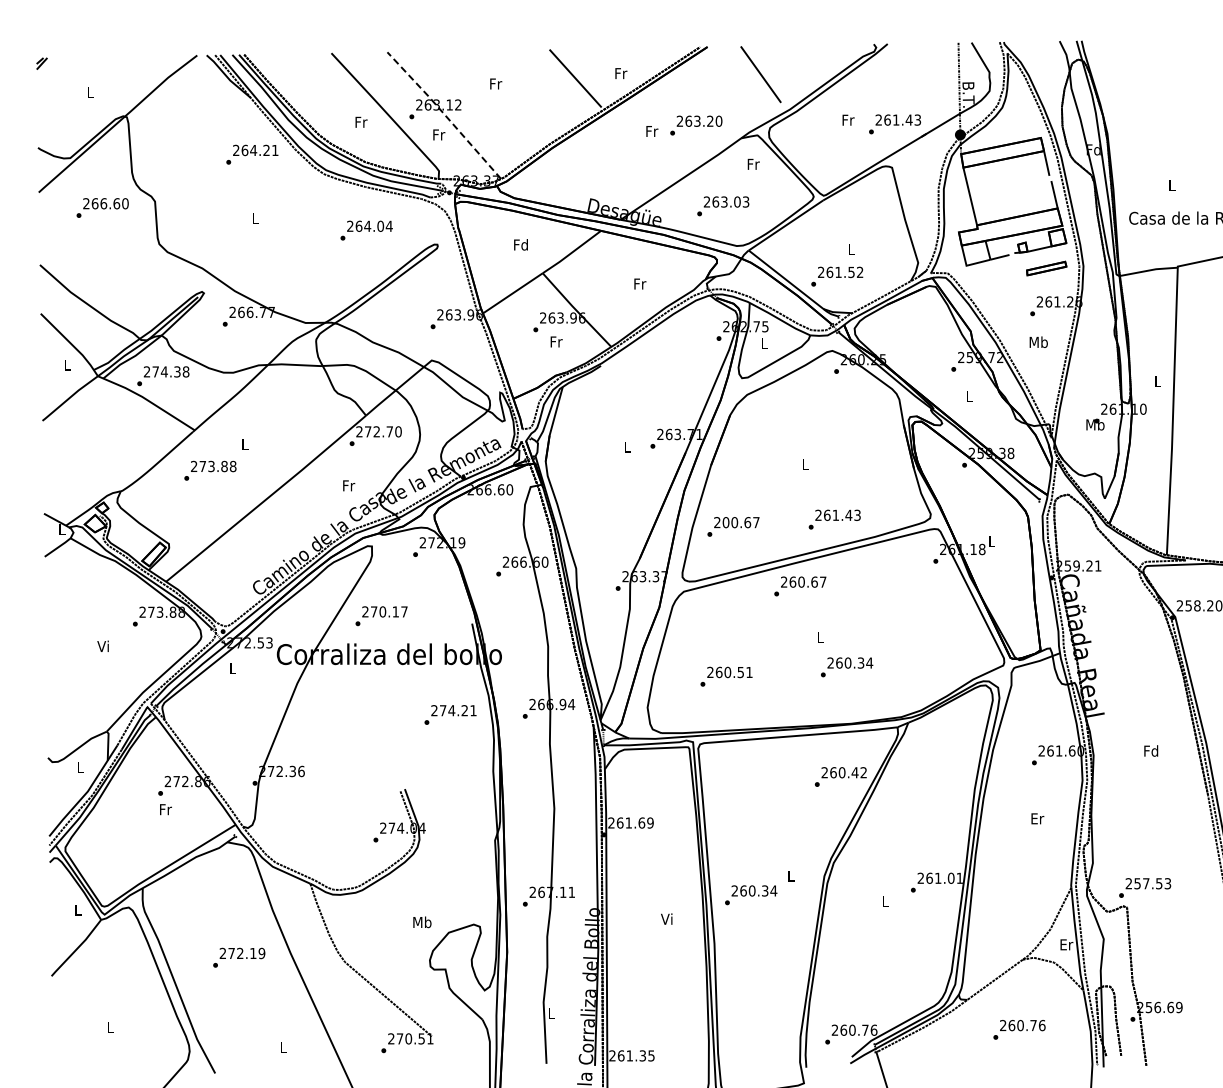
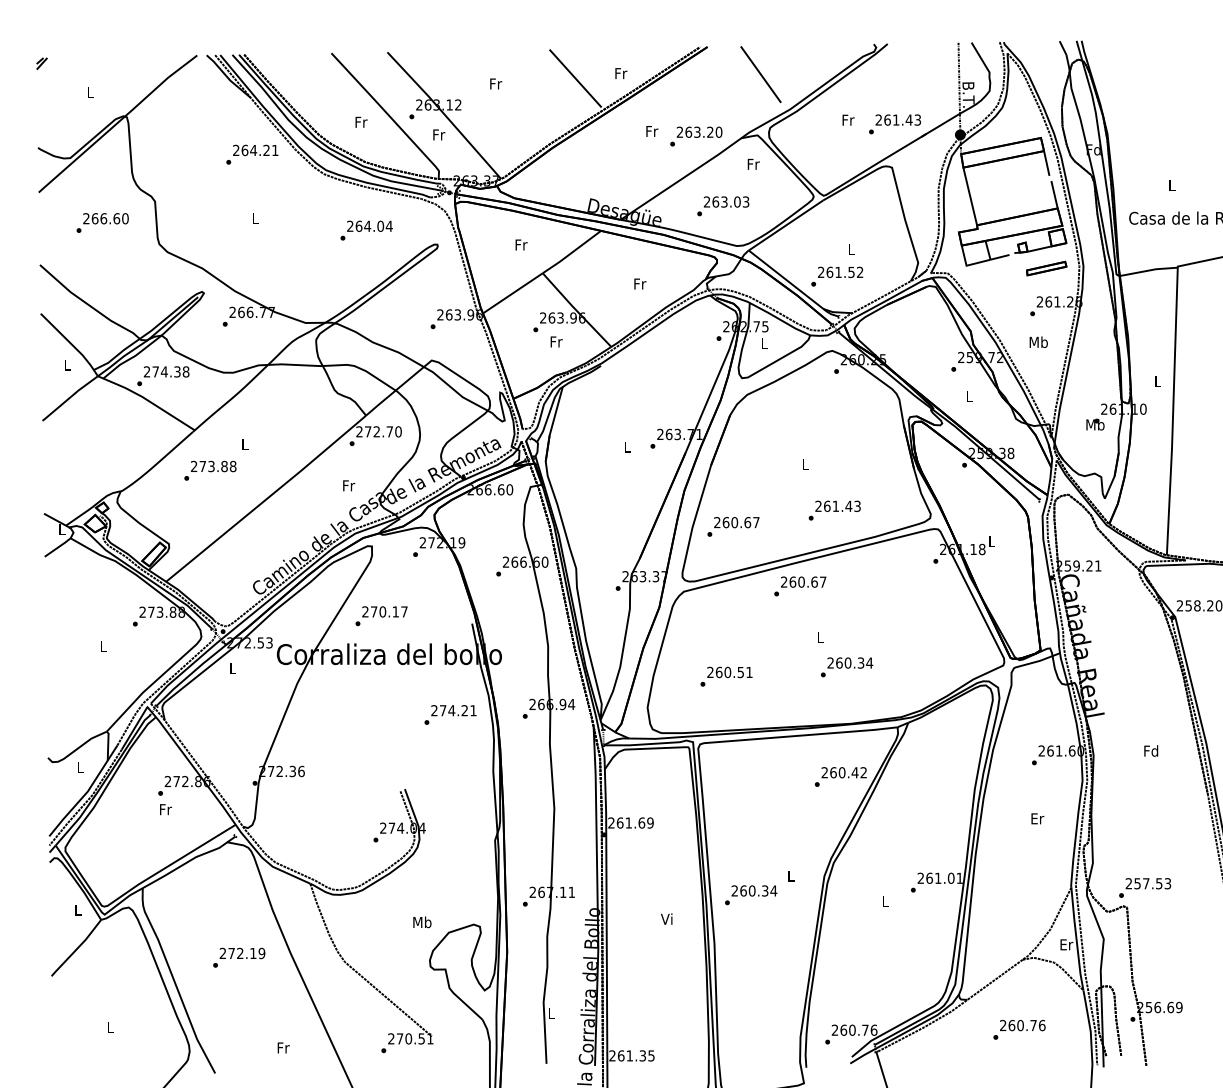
line at (444, 114): dashed -> solid
text at (696, 125) position: (696, 125) -> (696, 136)
text at (102, 207) position: (102, 207) -> (102, 222)
text at (520, 244): Fd -> Fr
text at (834, 519) position: (834, 519) -> (834, 510)
text at (726, 522): 200.67 -> 260.67
text at (102, 645): Vi -> L
text at (283, 1047): L -> Fr
